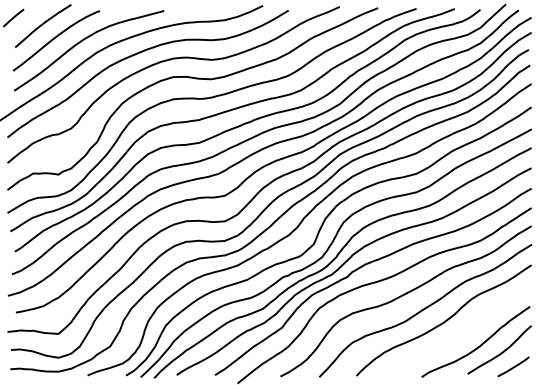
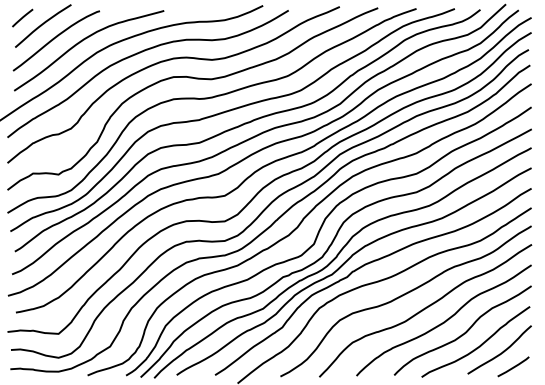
line at (13, 17) position: (13, 17) -> (22, 17)
curve at (464, 332): none -> present
